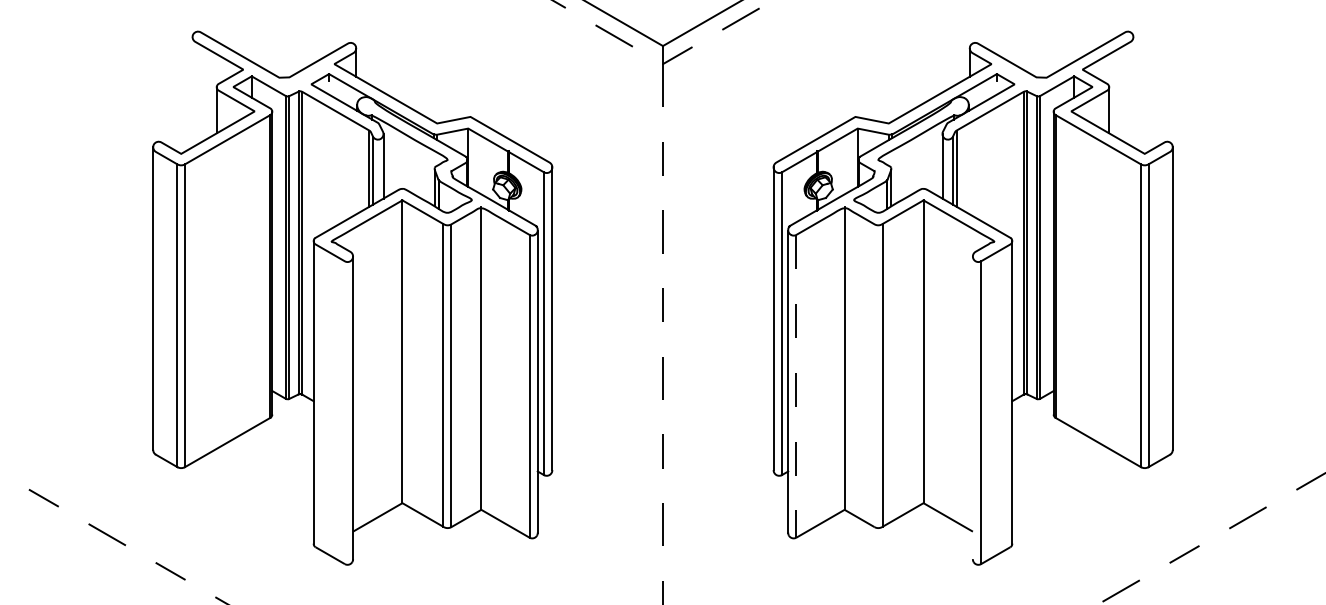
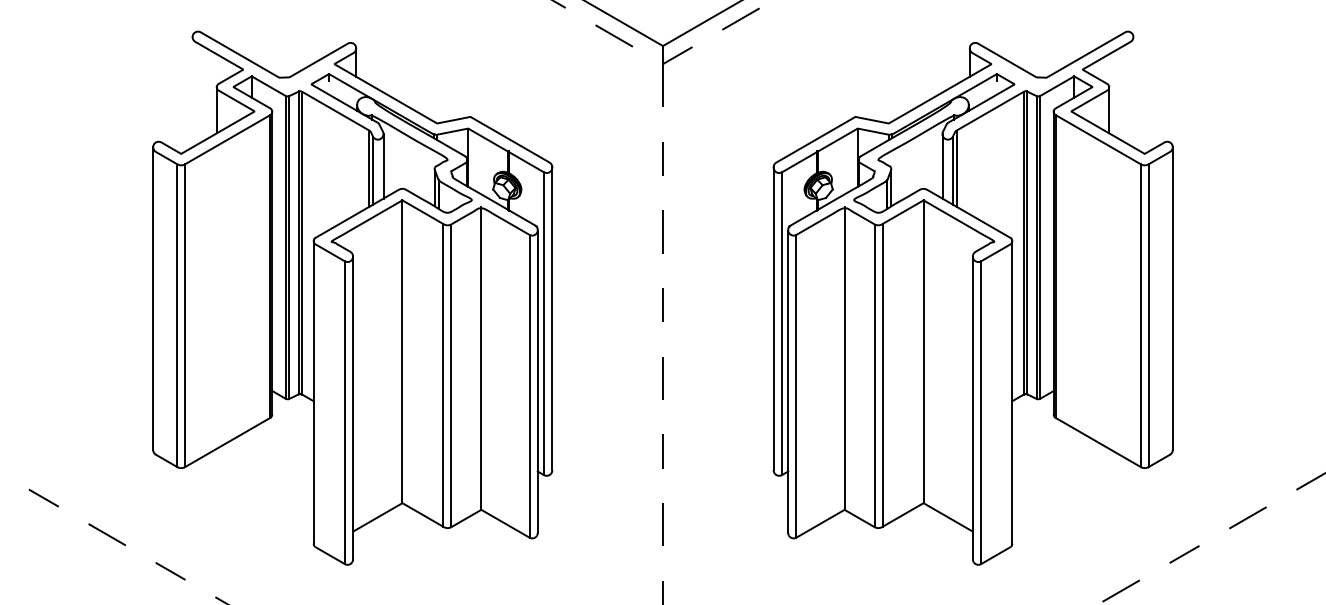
line at (874, 375): none -> present
line at (796, 386): dashed -> solid
line at (972, 407): none -> present
line at (344, 412): none -> present
